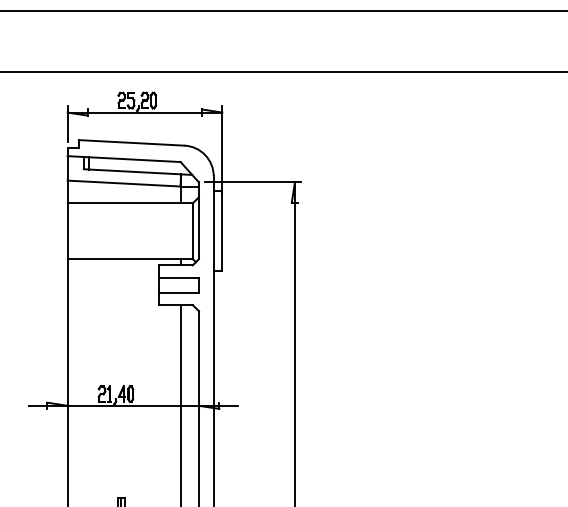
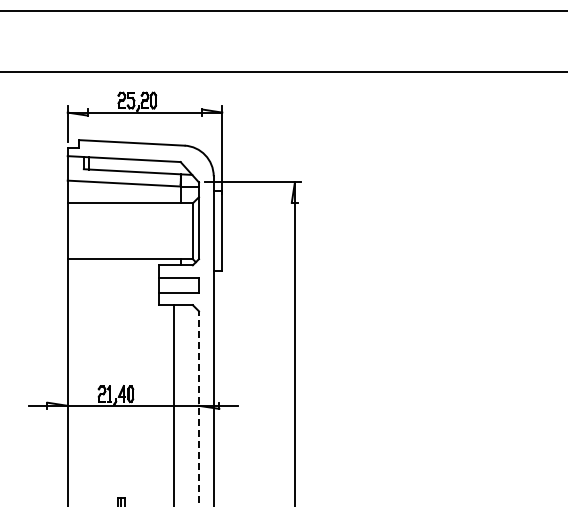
line at (180, 404) position: (180, 404) -> (173, 404)
line at (198, 408): solid -> dashed
